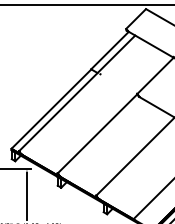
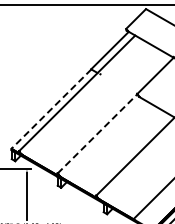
line at (51, 109): solid -> dashed
line at (97, 133): solid -> dashed
